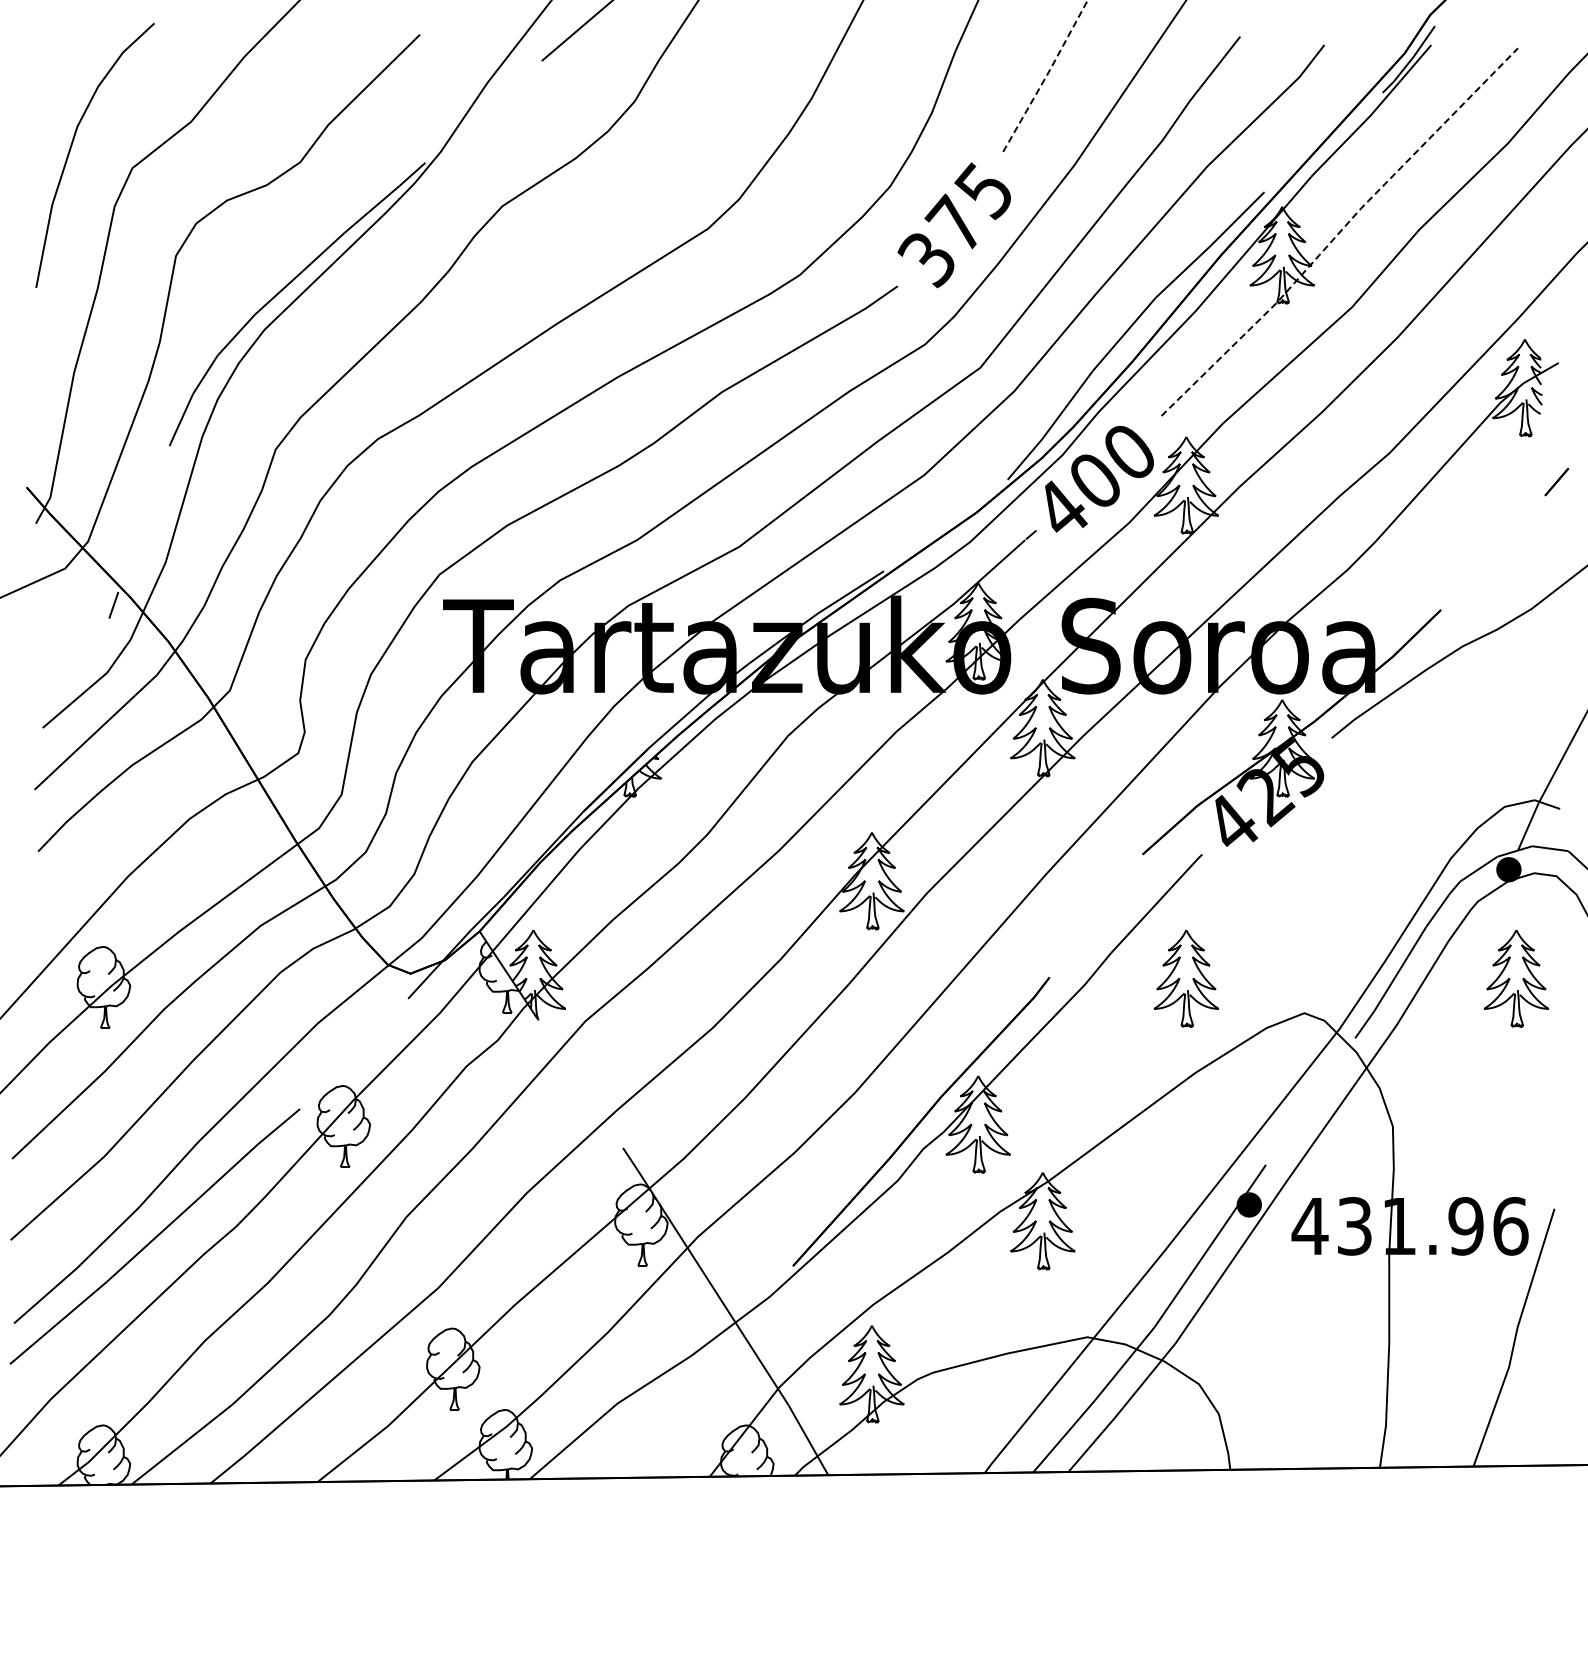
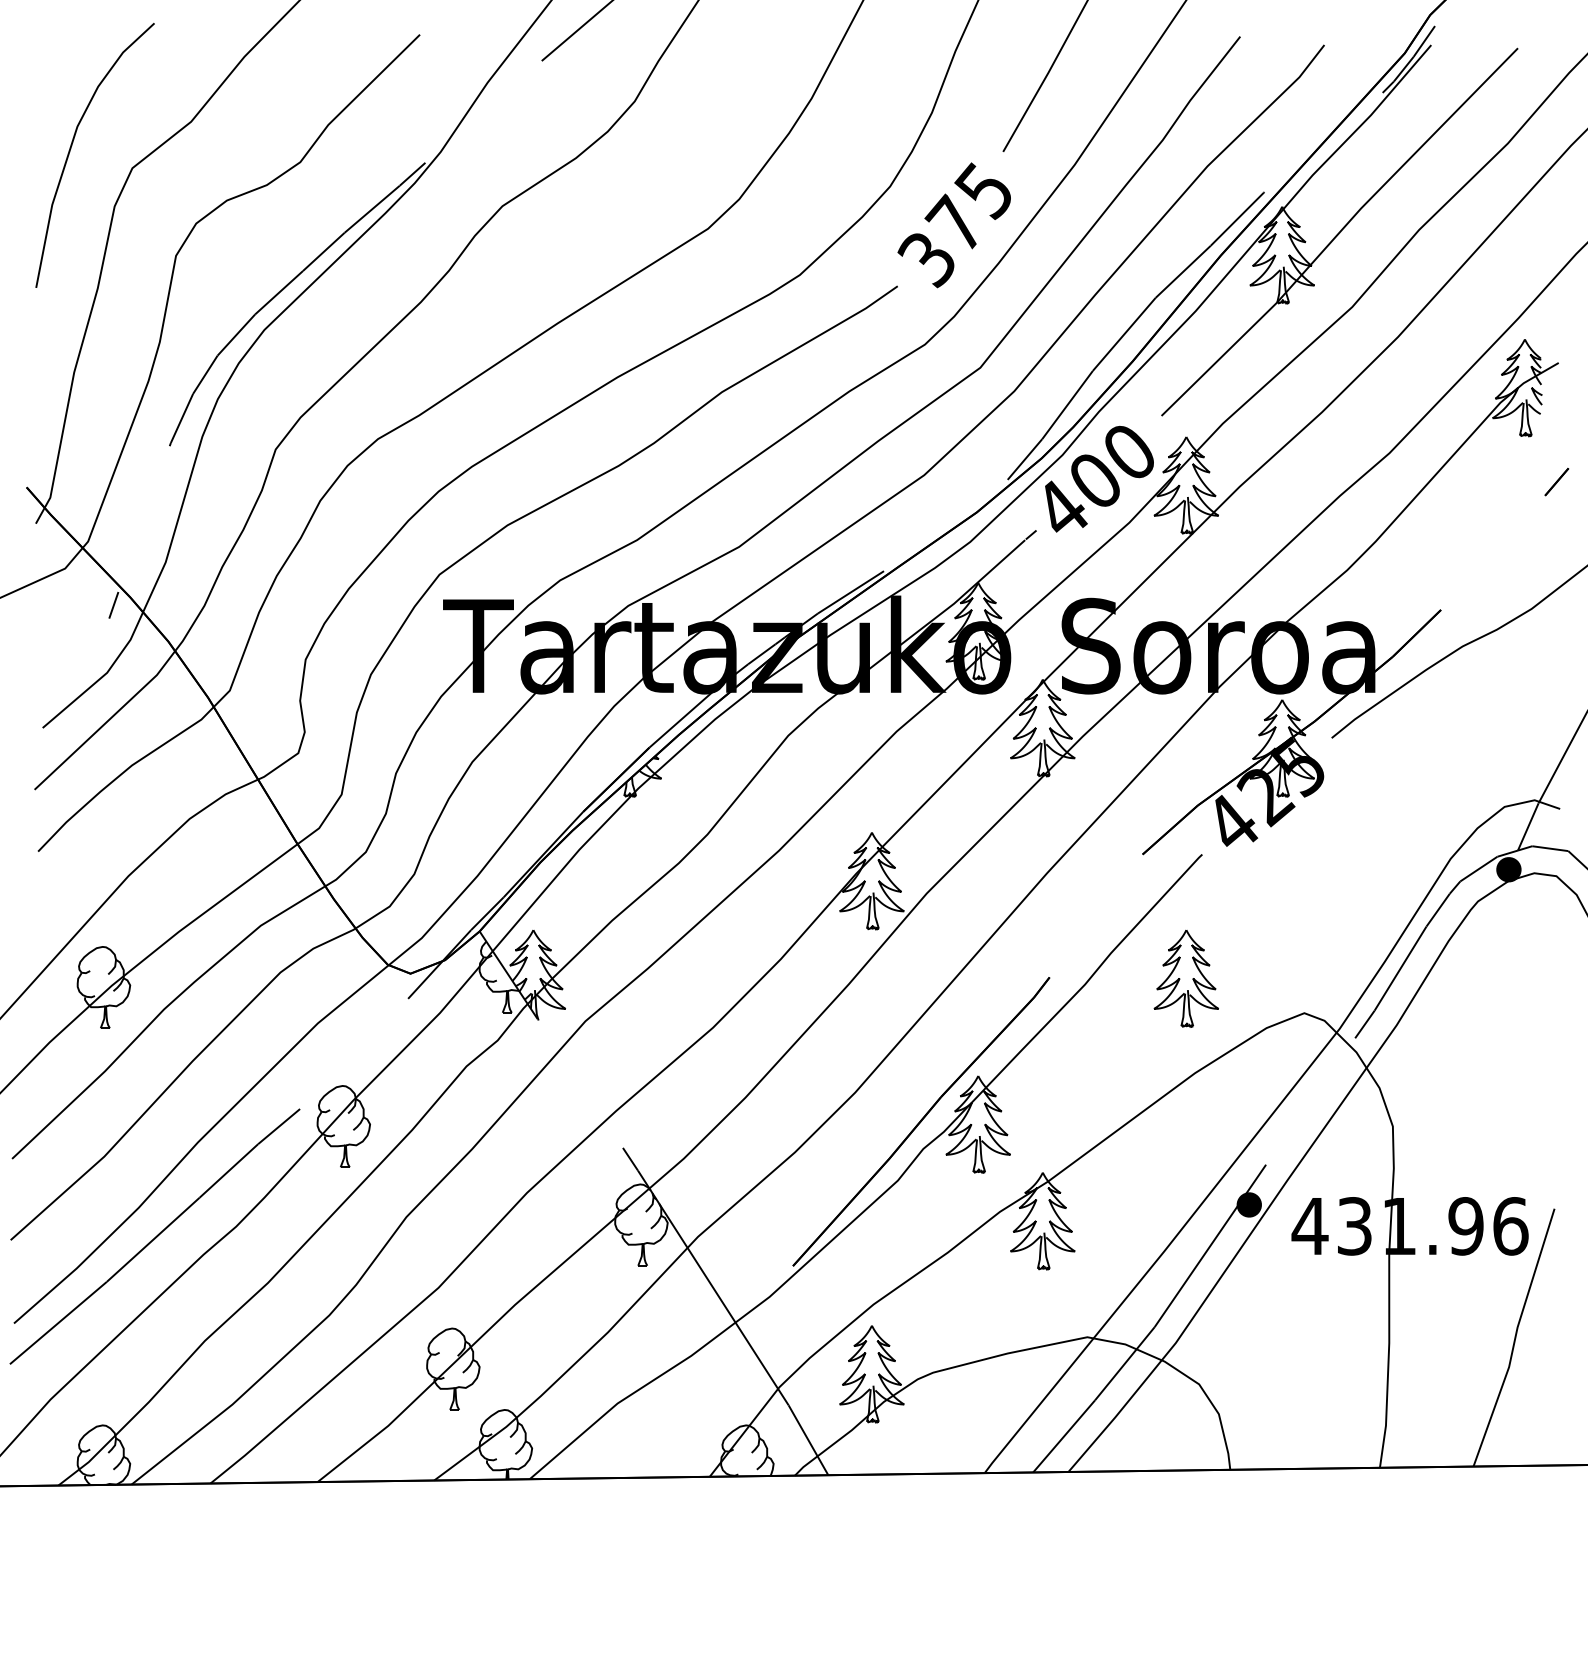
line at (1046, 76): dashed -> solid
line at (1339, 232): dashed -> solid
part at (1515, 978): present -> none
